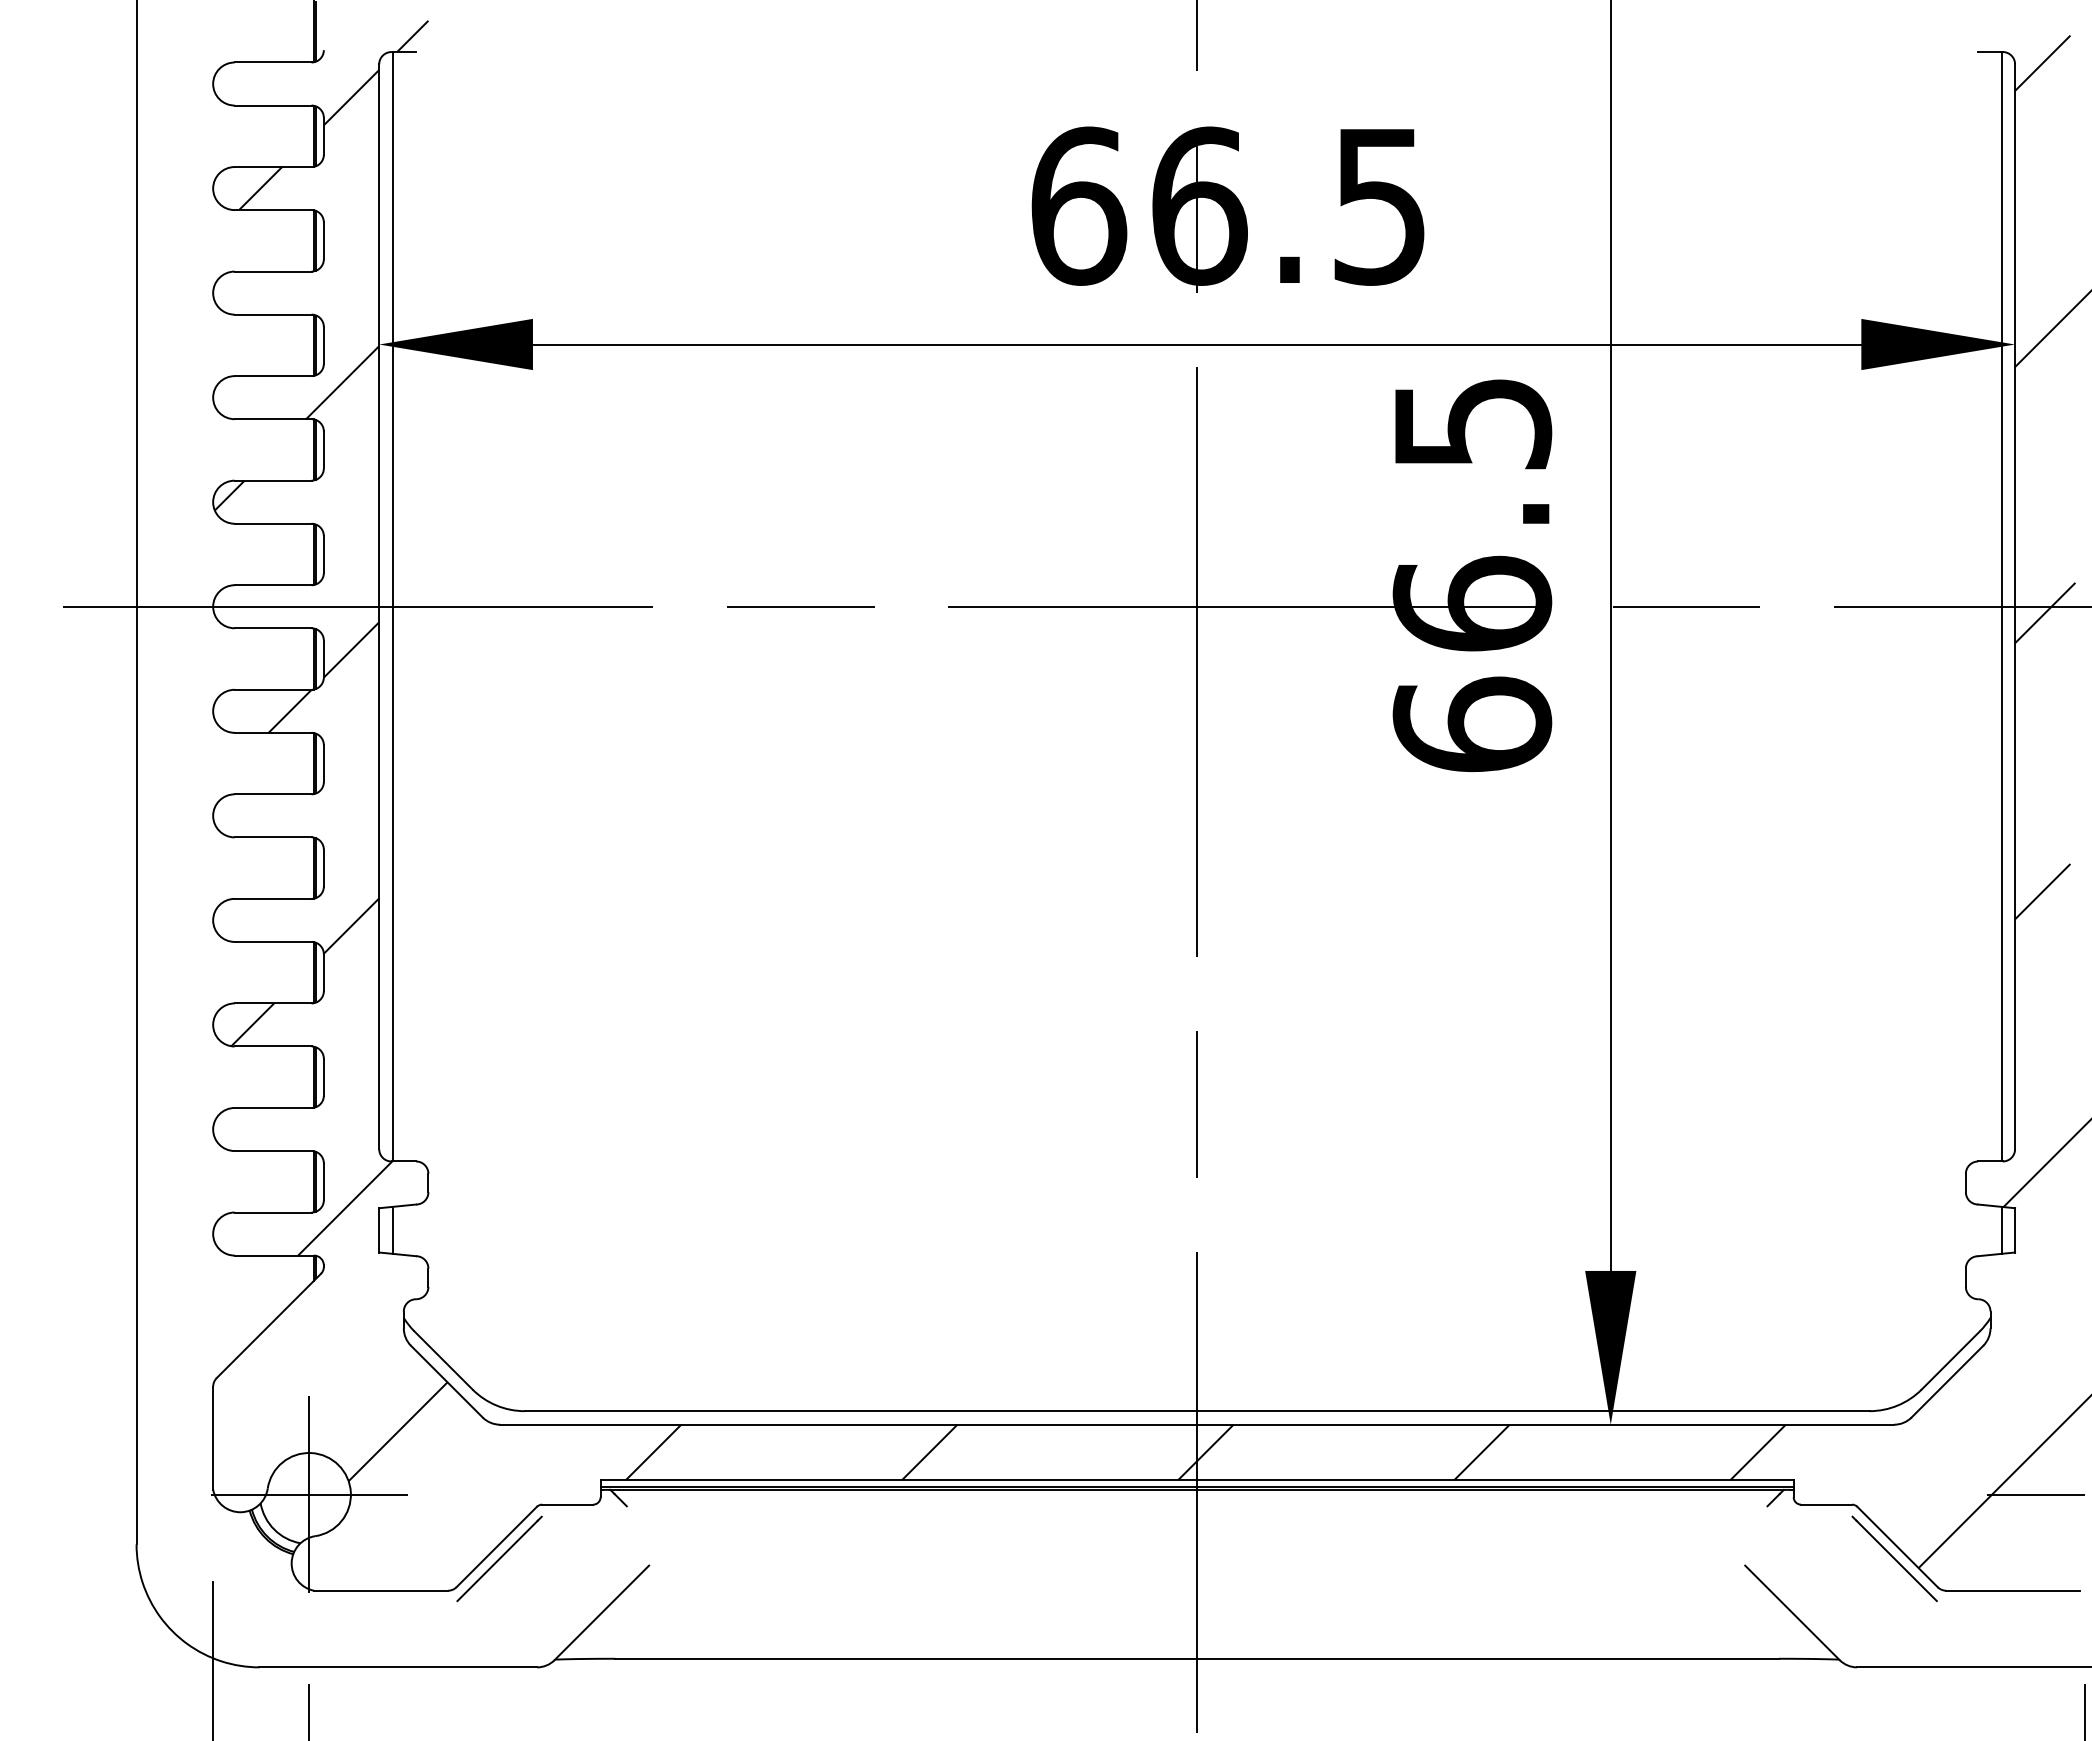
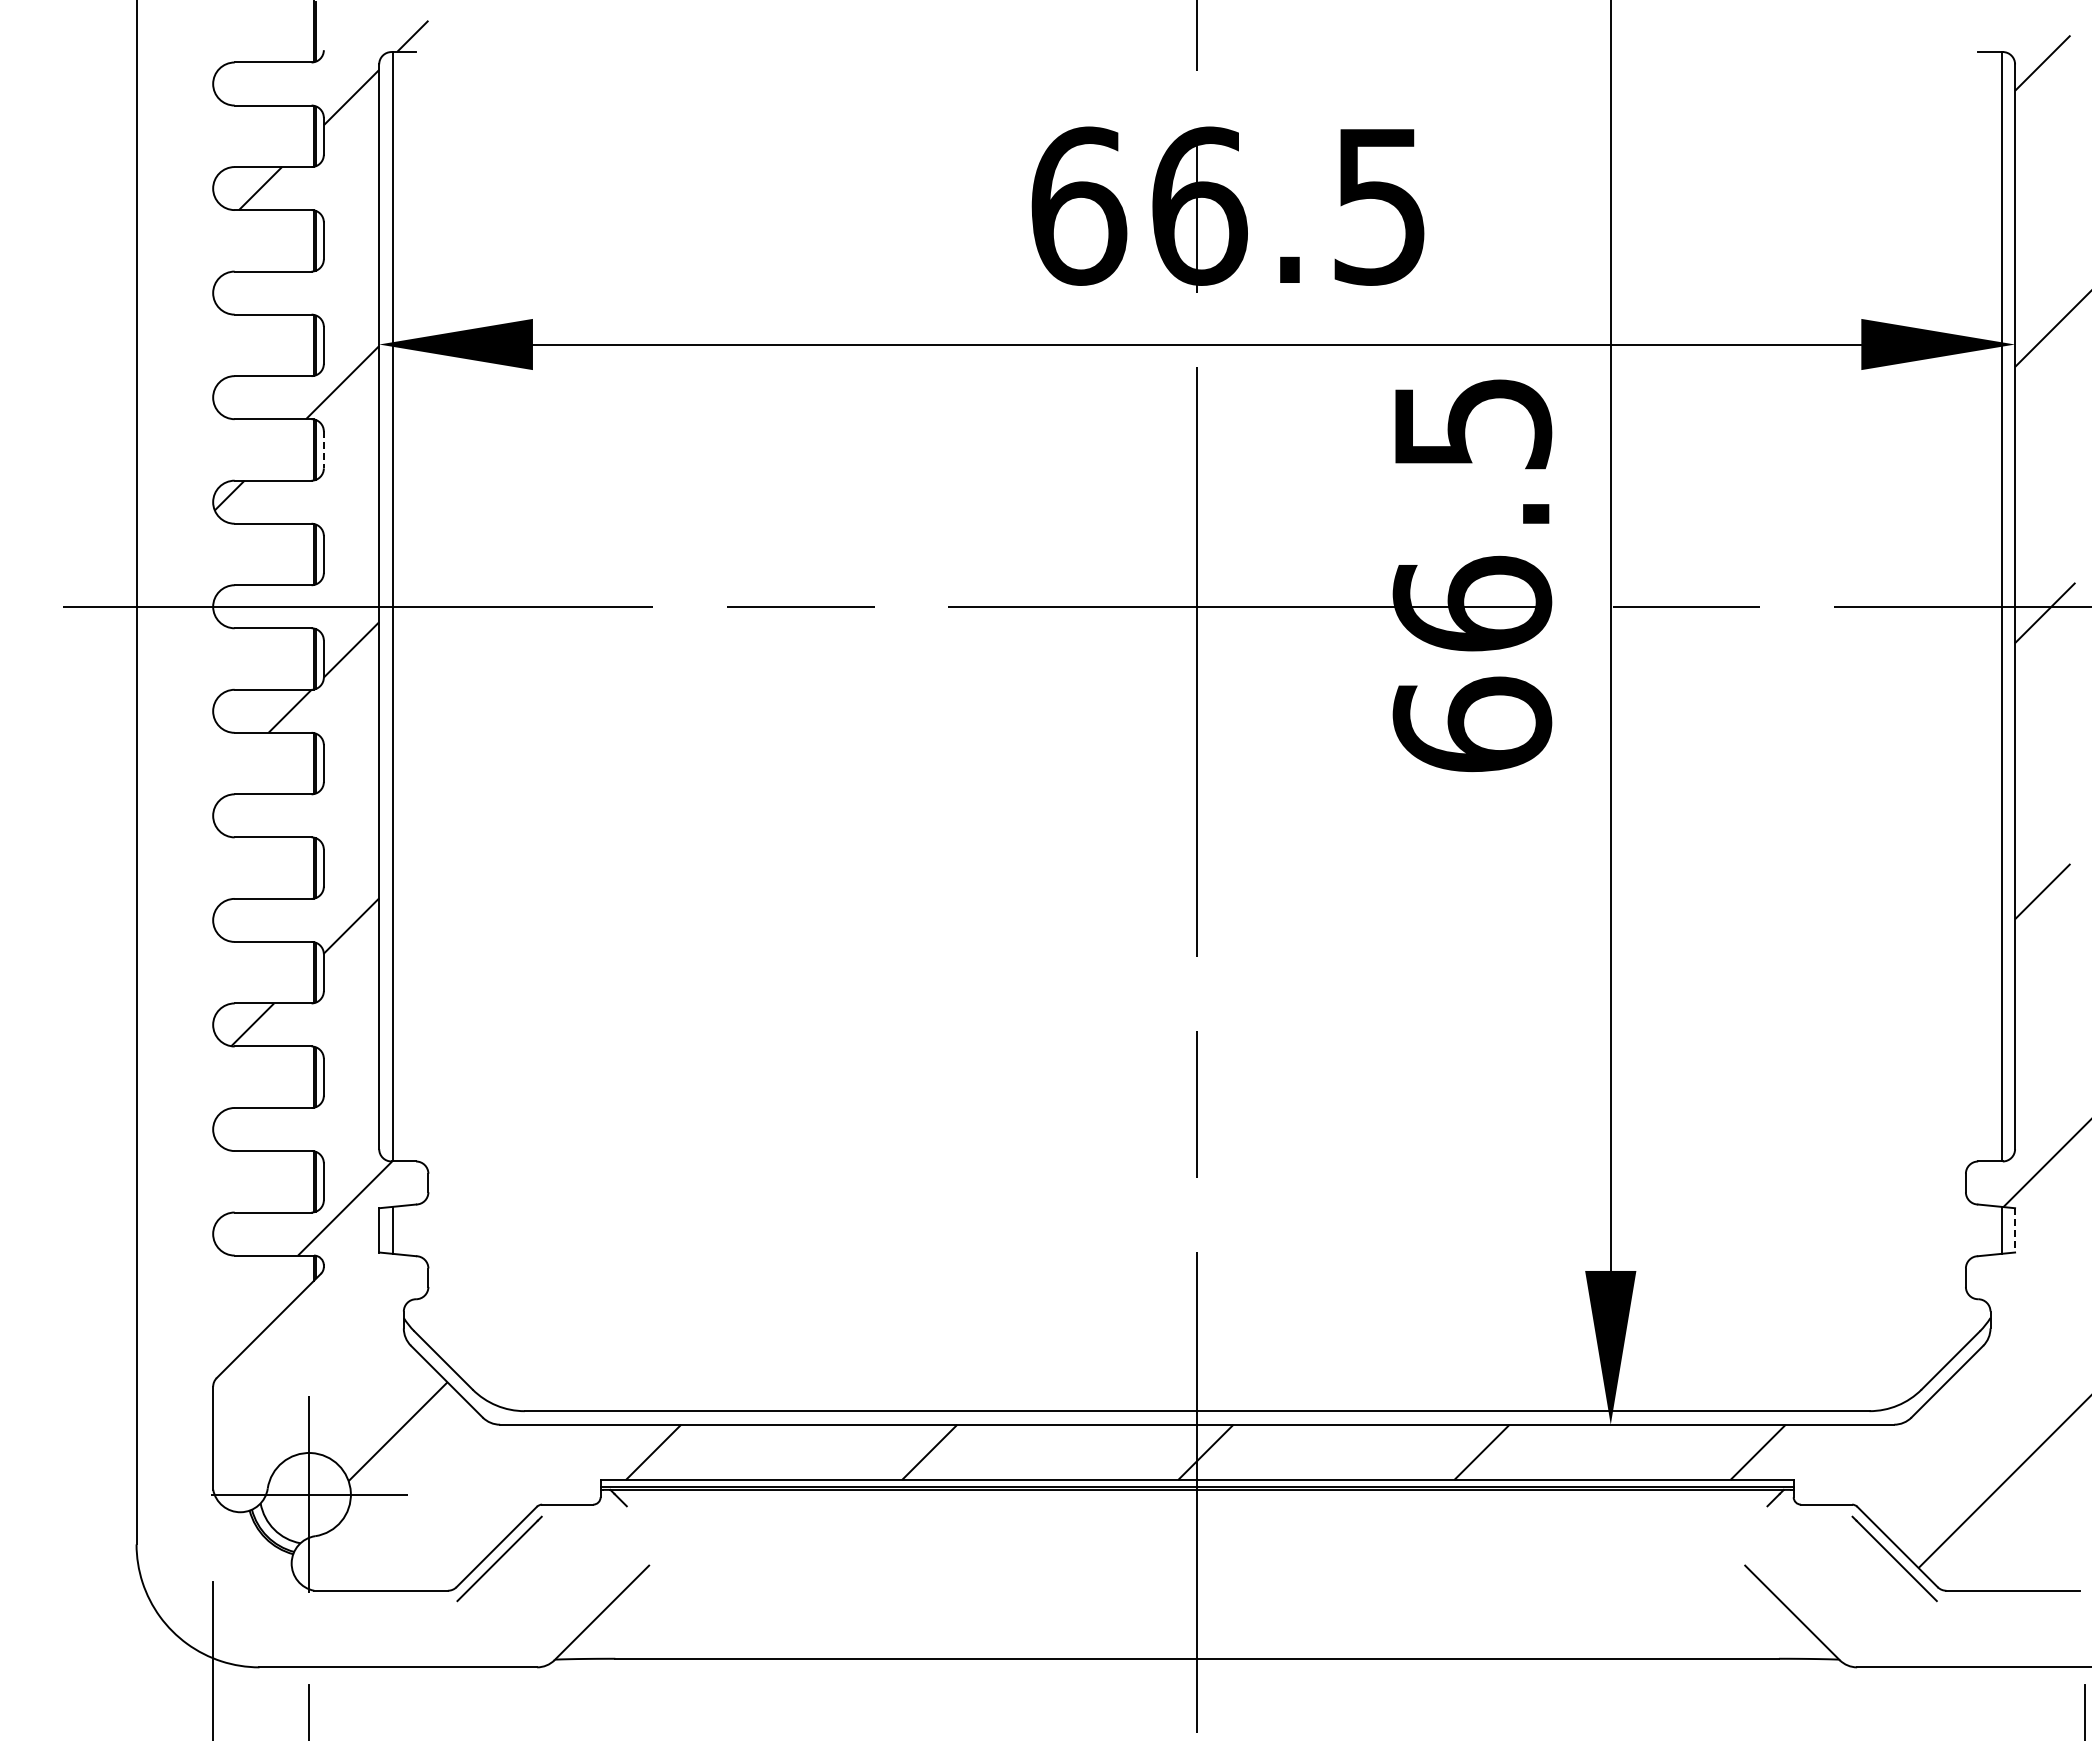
line at (323, 450): solid -> dashed
line at (2015, 1230): solid -> dashed
line at (2035, 1494): present -> none
